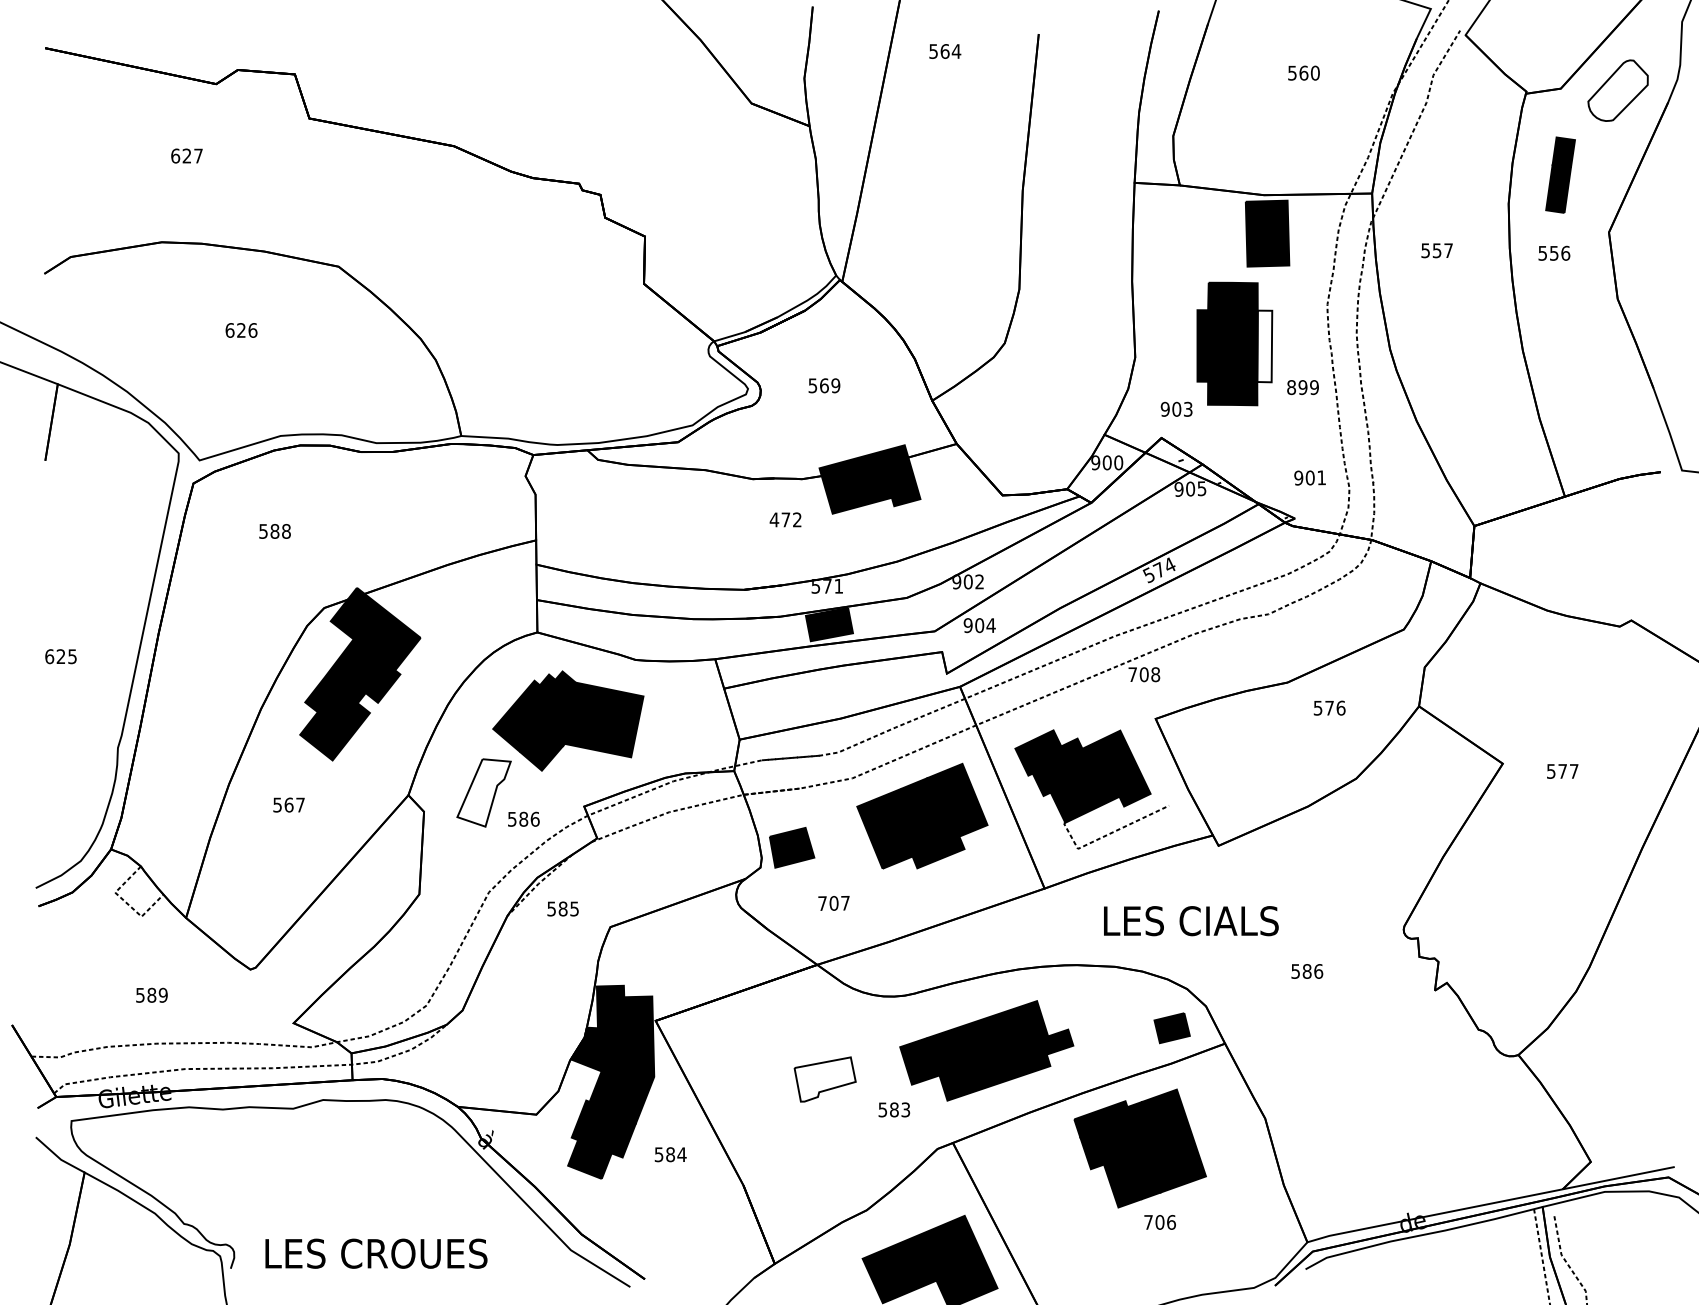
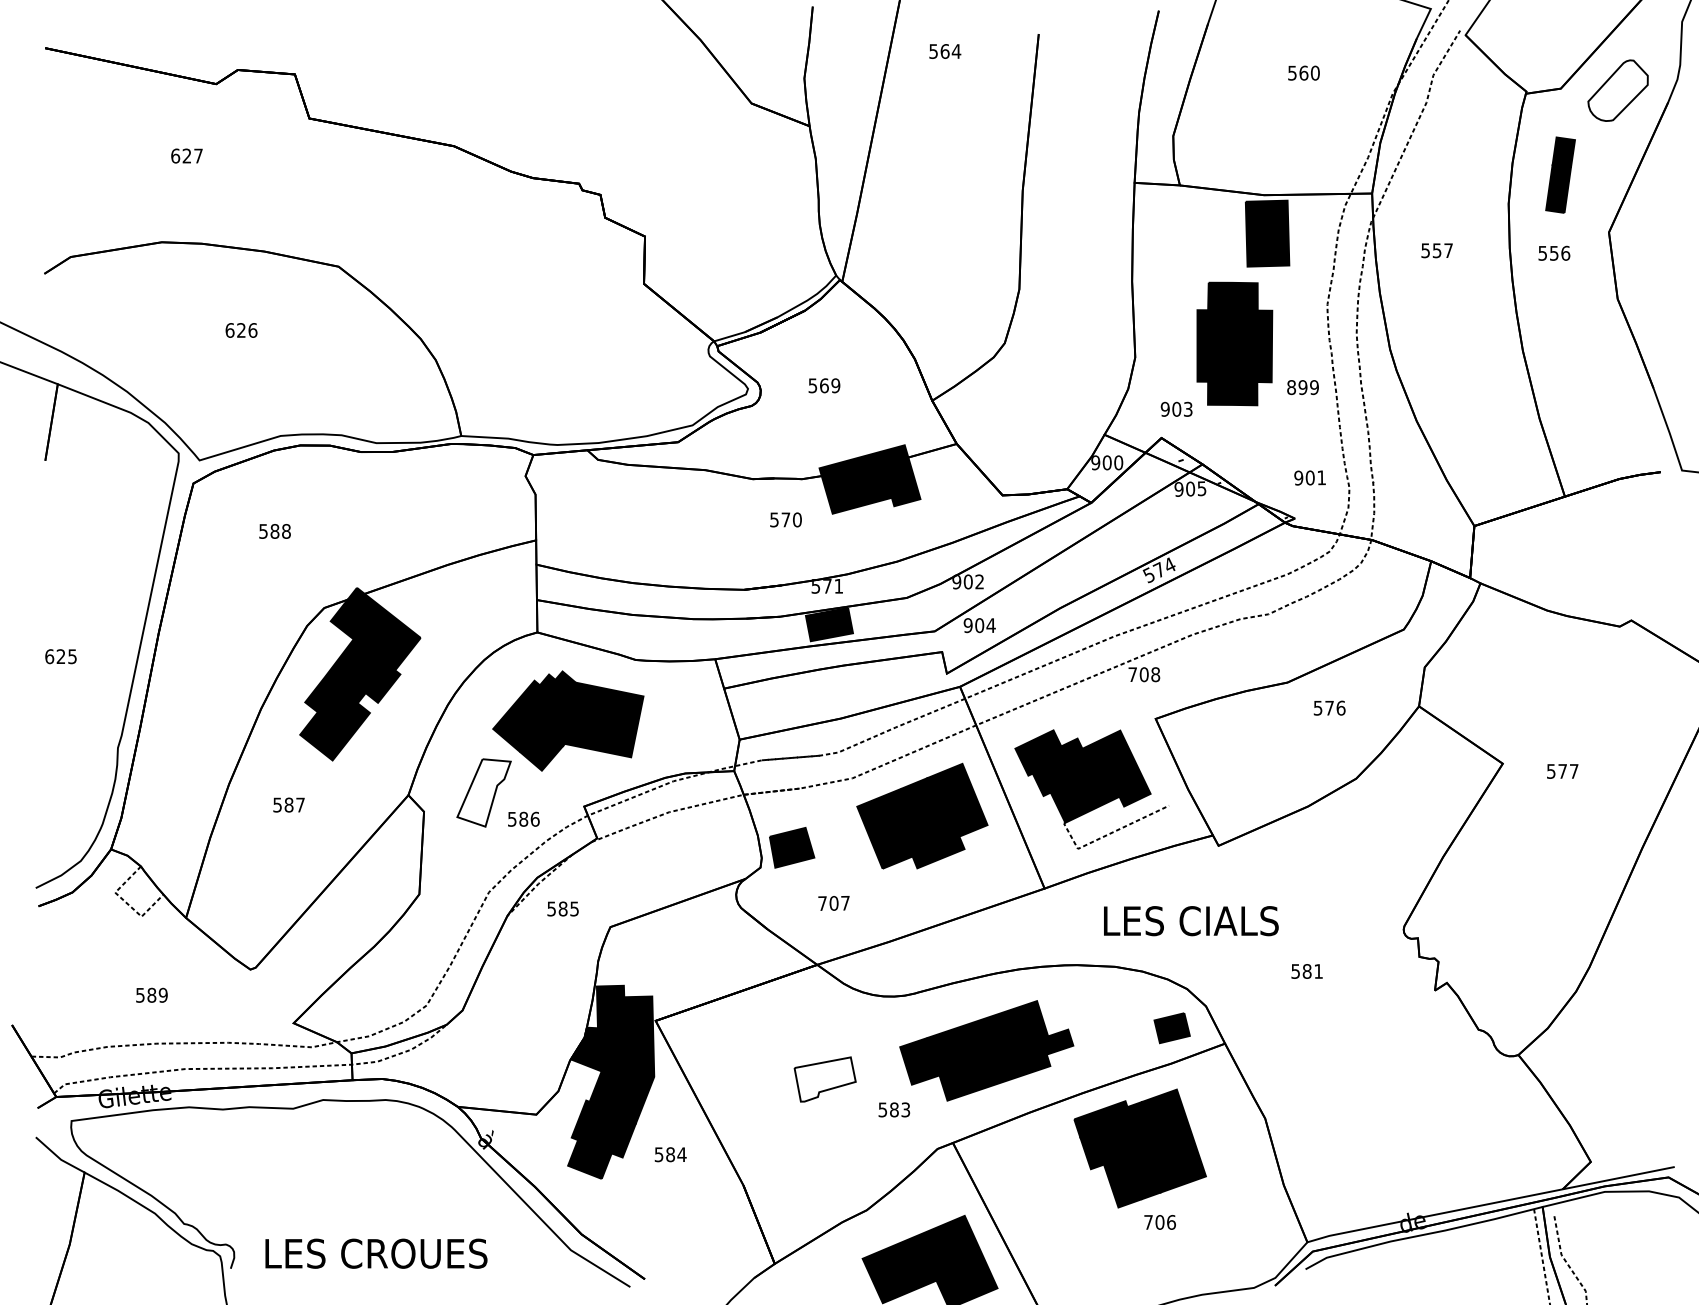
fill at (1264, 346): none -> present
text at (785, 519): 472 -> 570
text at (288, 804): 567 -> 587
text at (1318, 971): 586 -> 581
